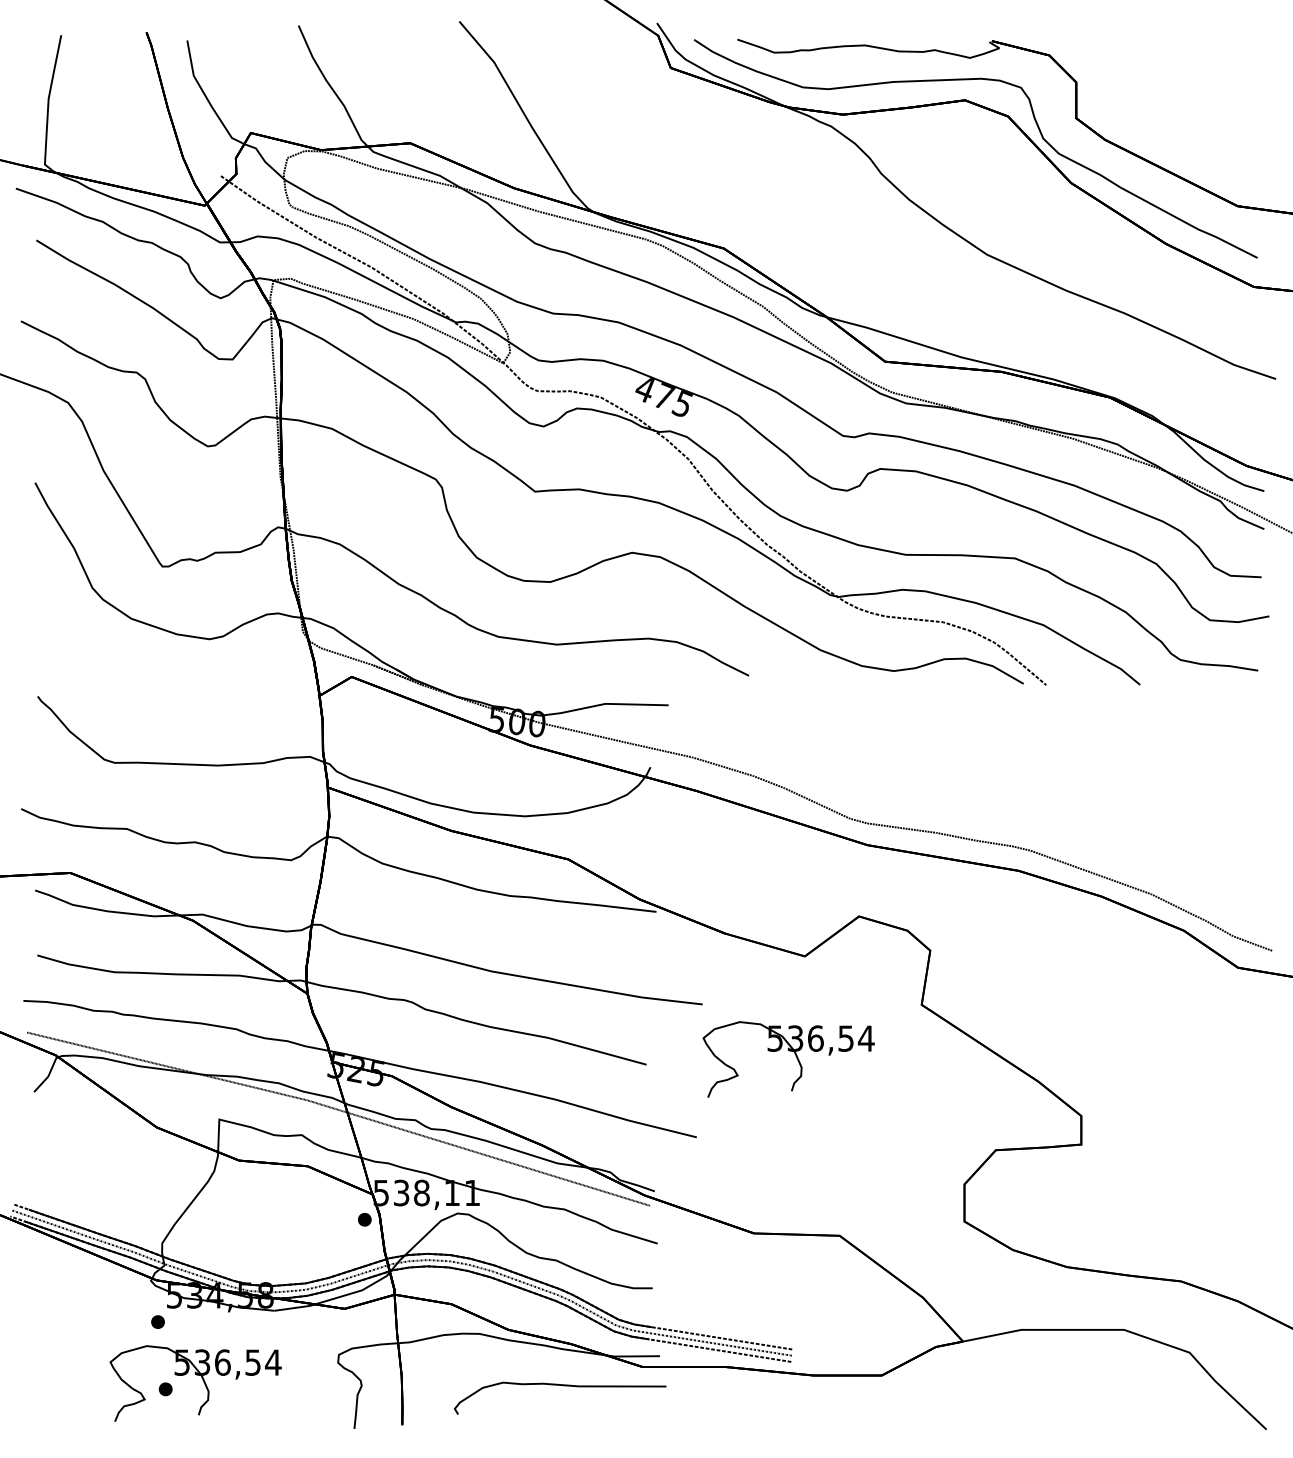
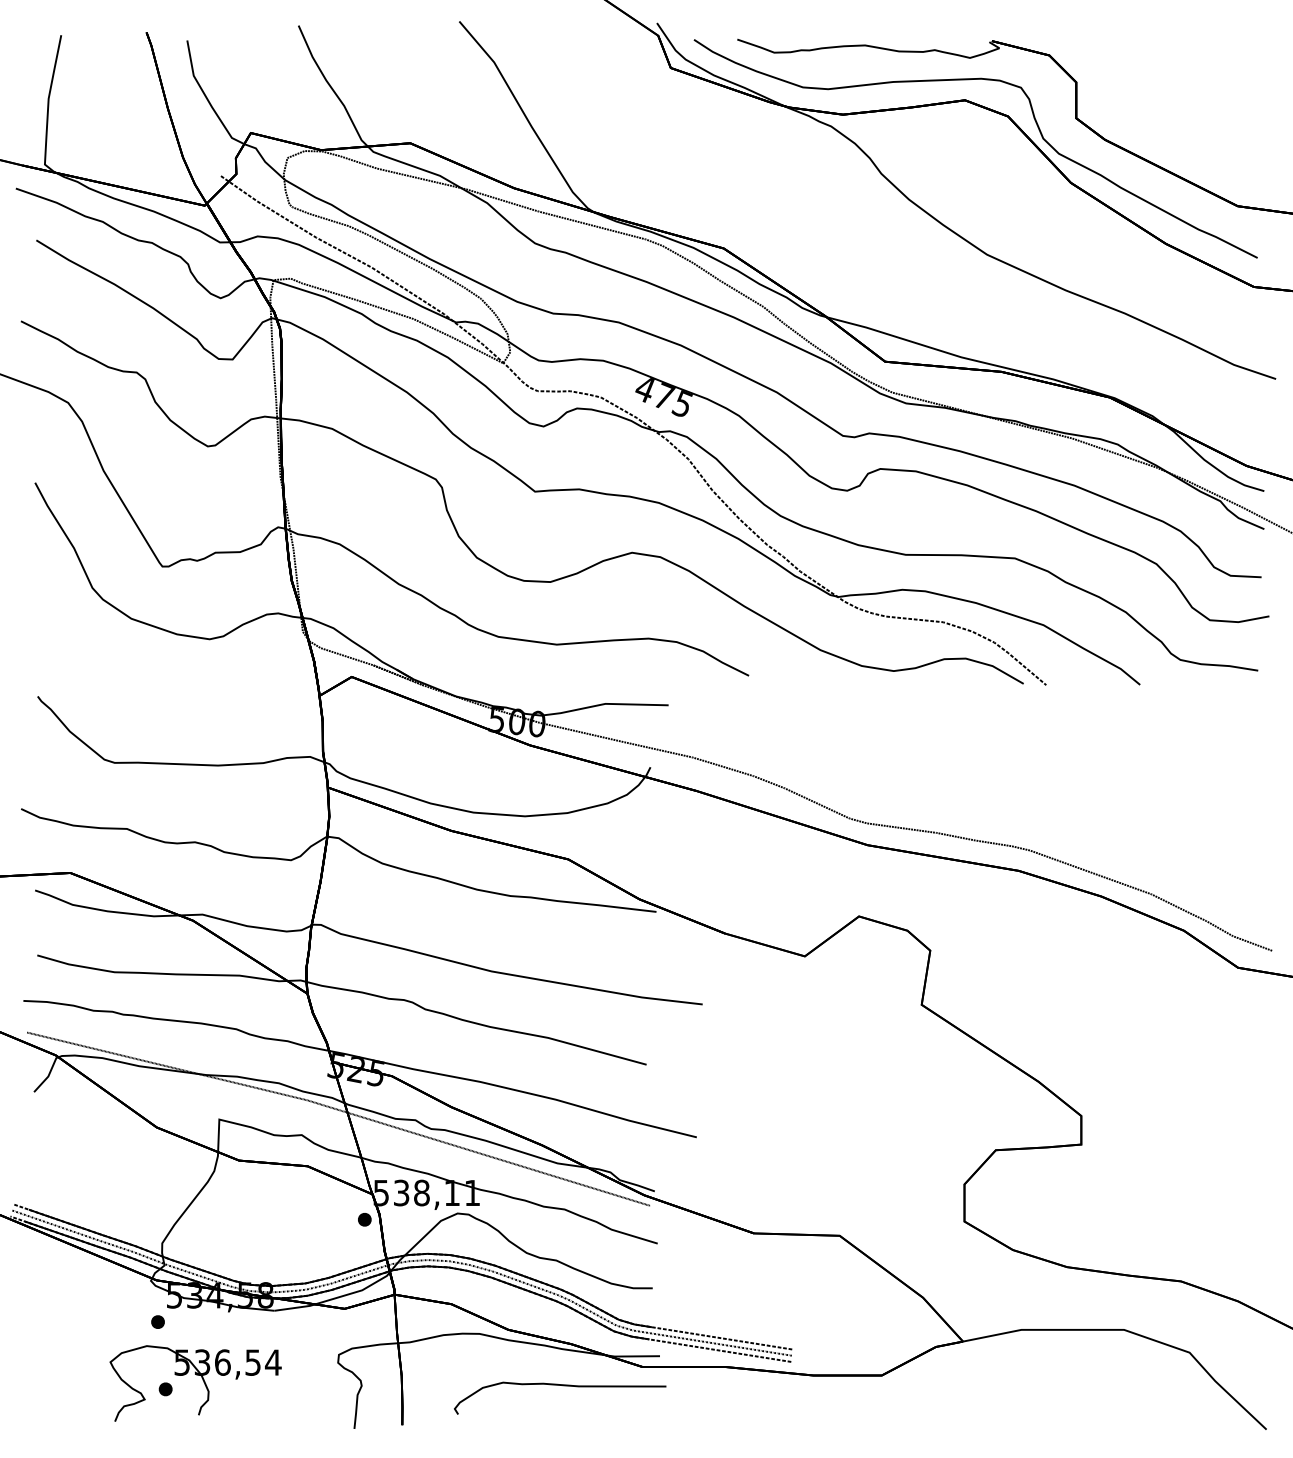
part at (795, 1056): present -> none
